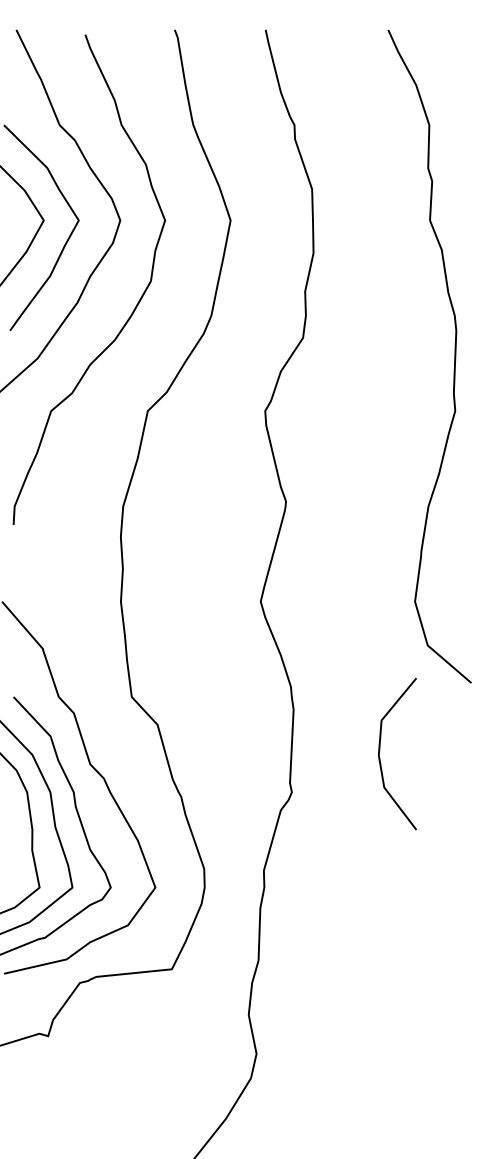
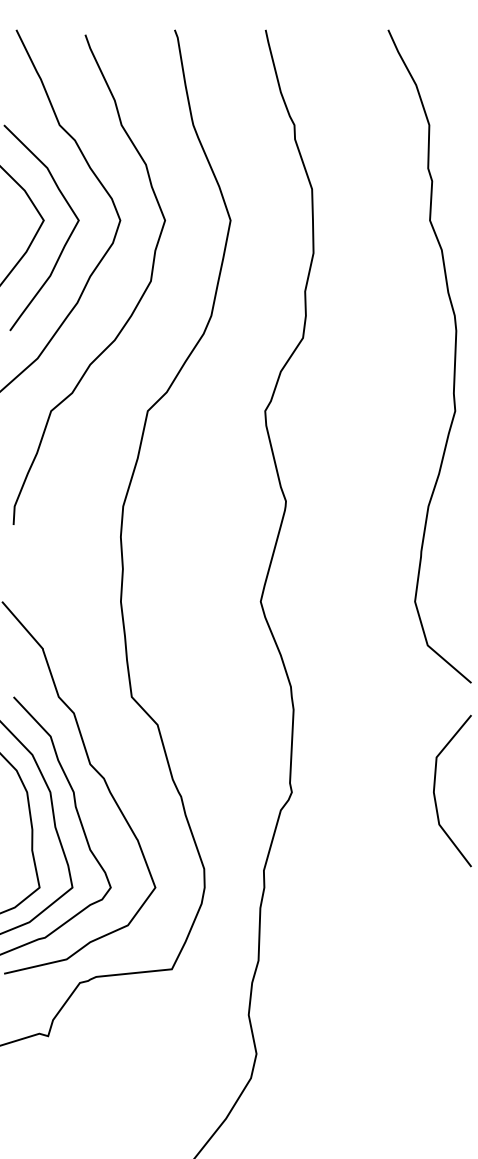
line at (380, 750) position: (380, 750) -> (435, 787)
